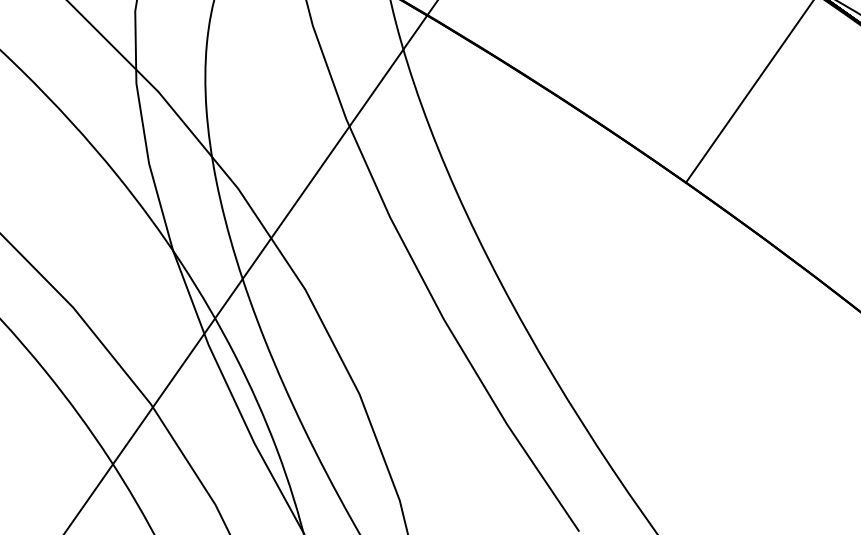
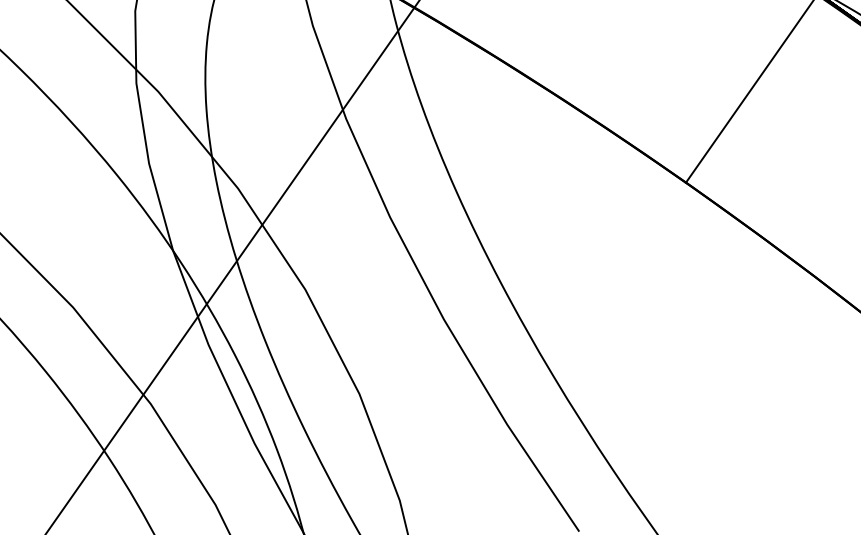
line at (250, 266) position: (250, 266) -> (232, 266)
